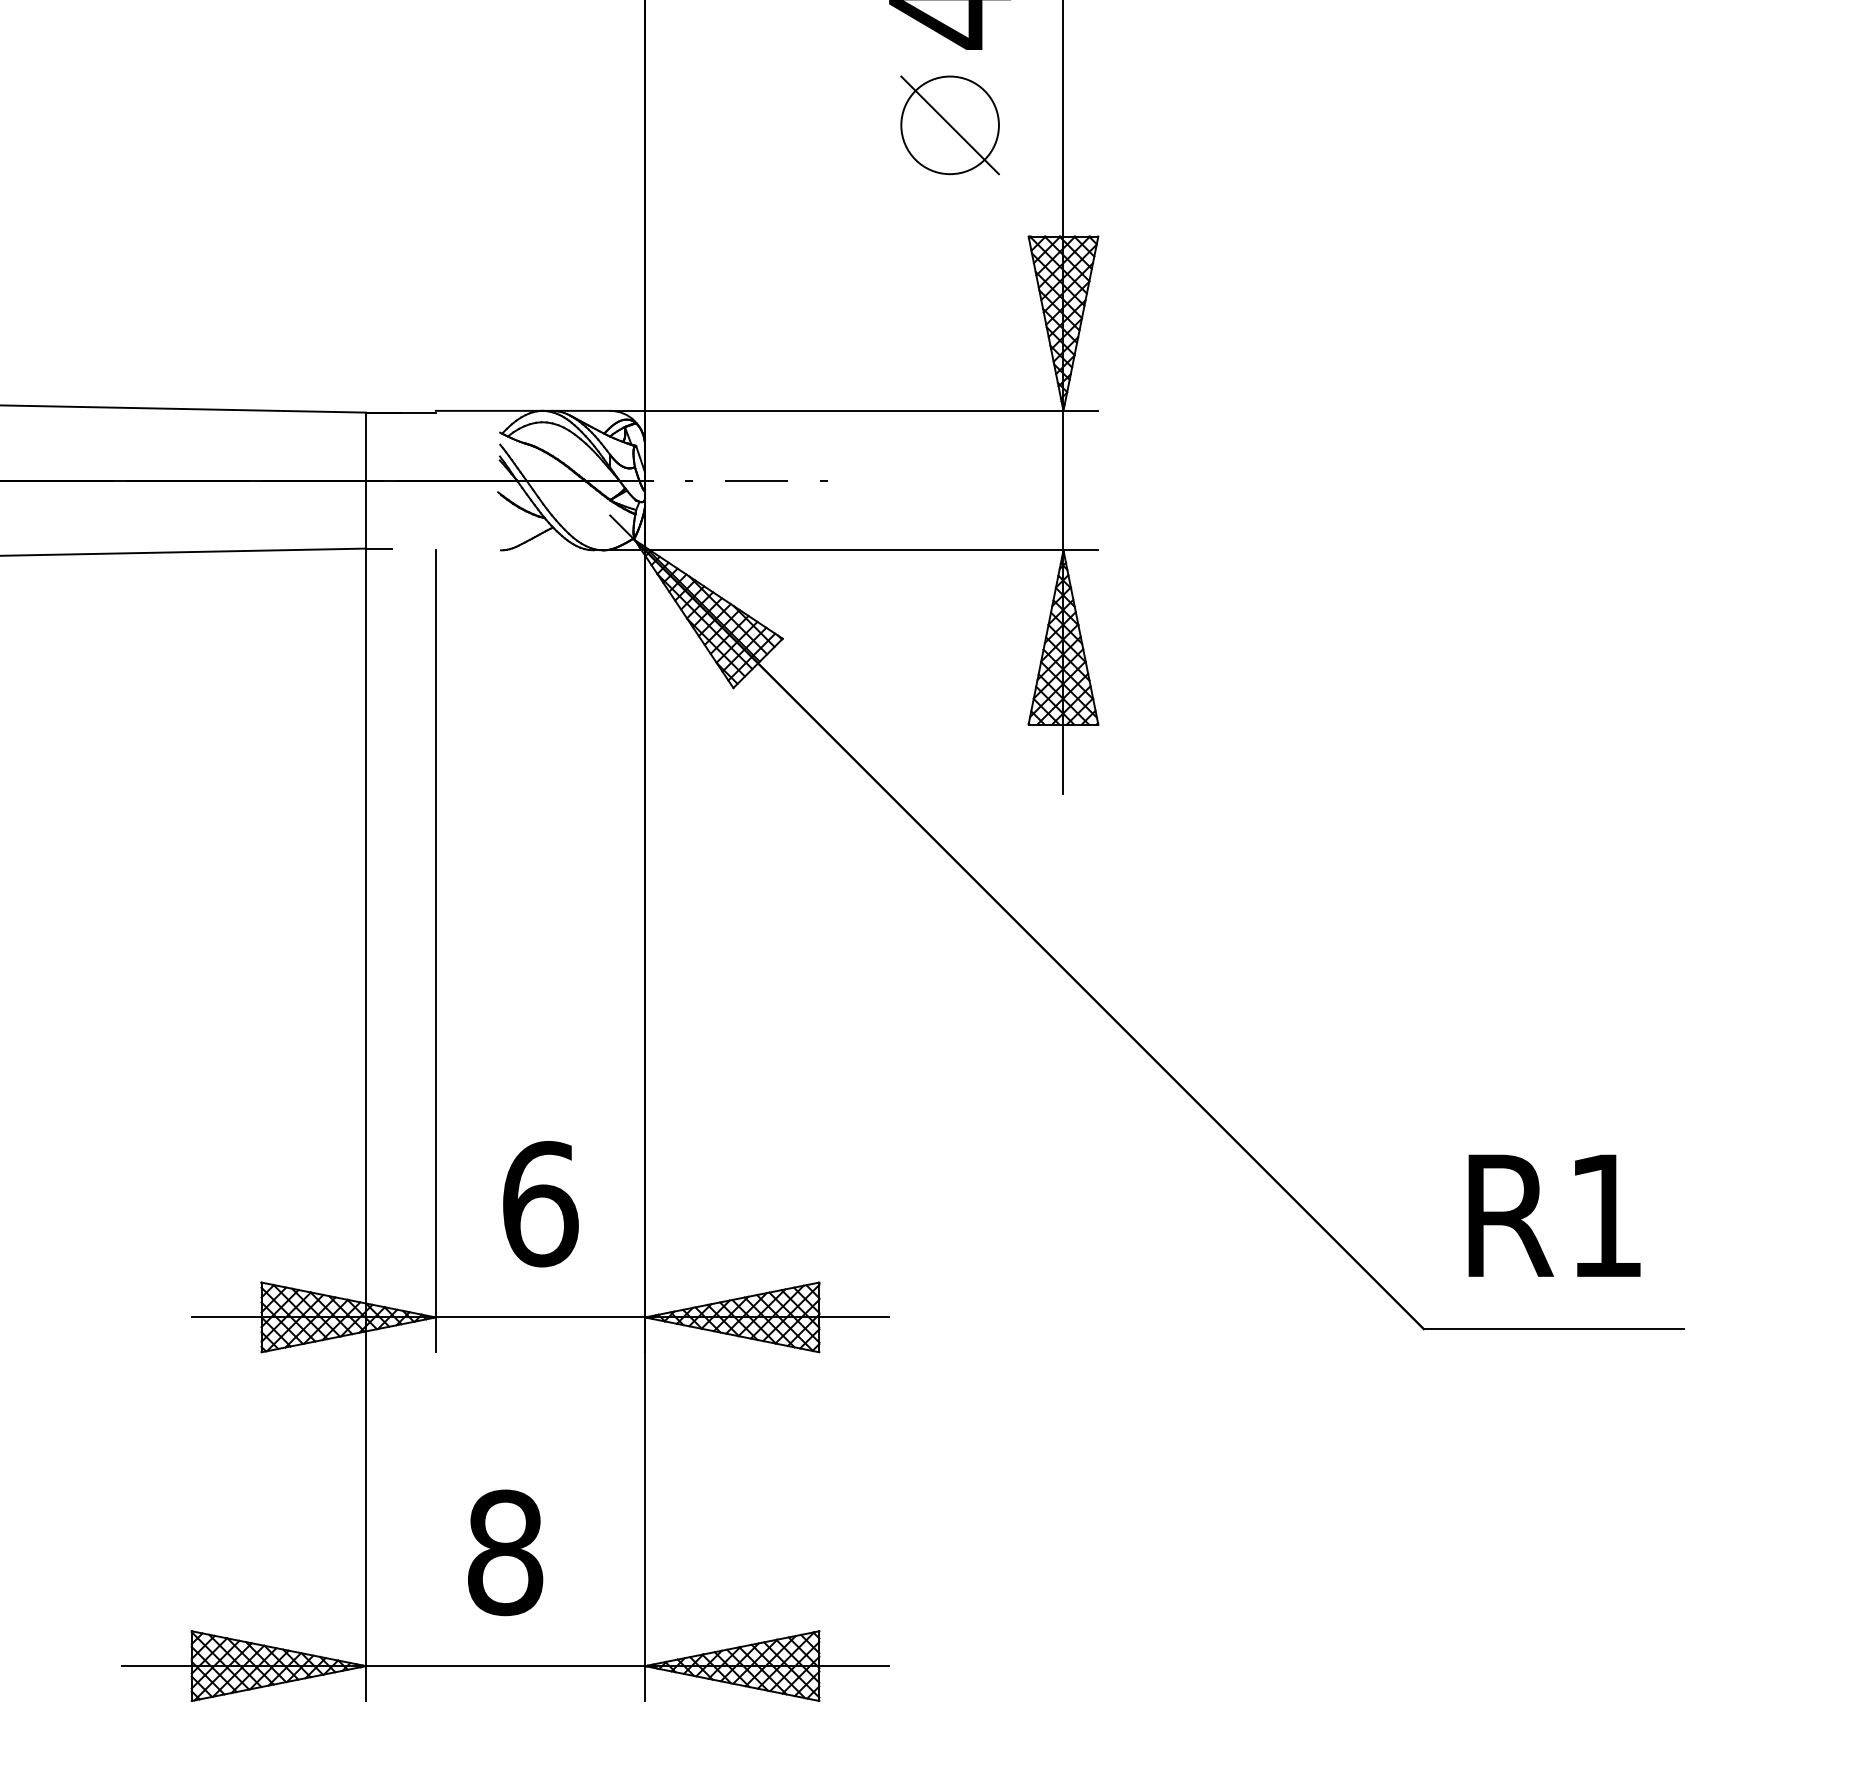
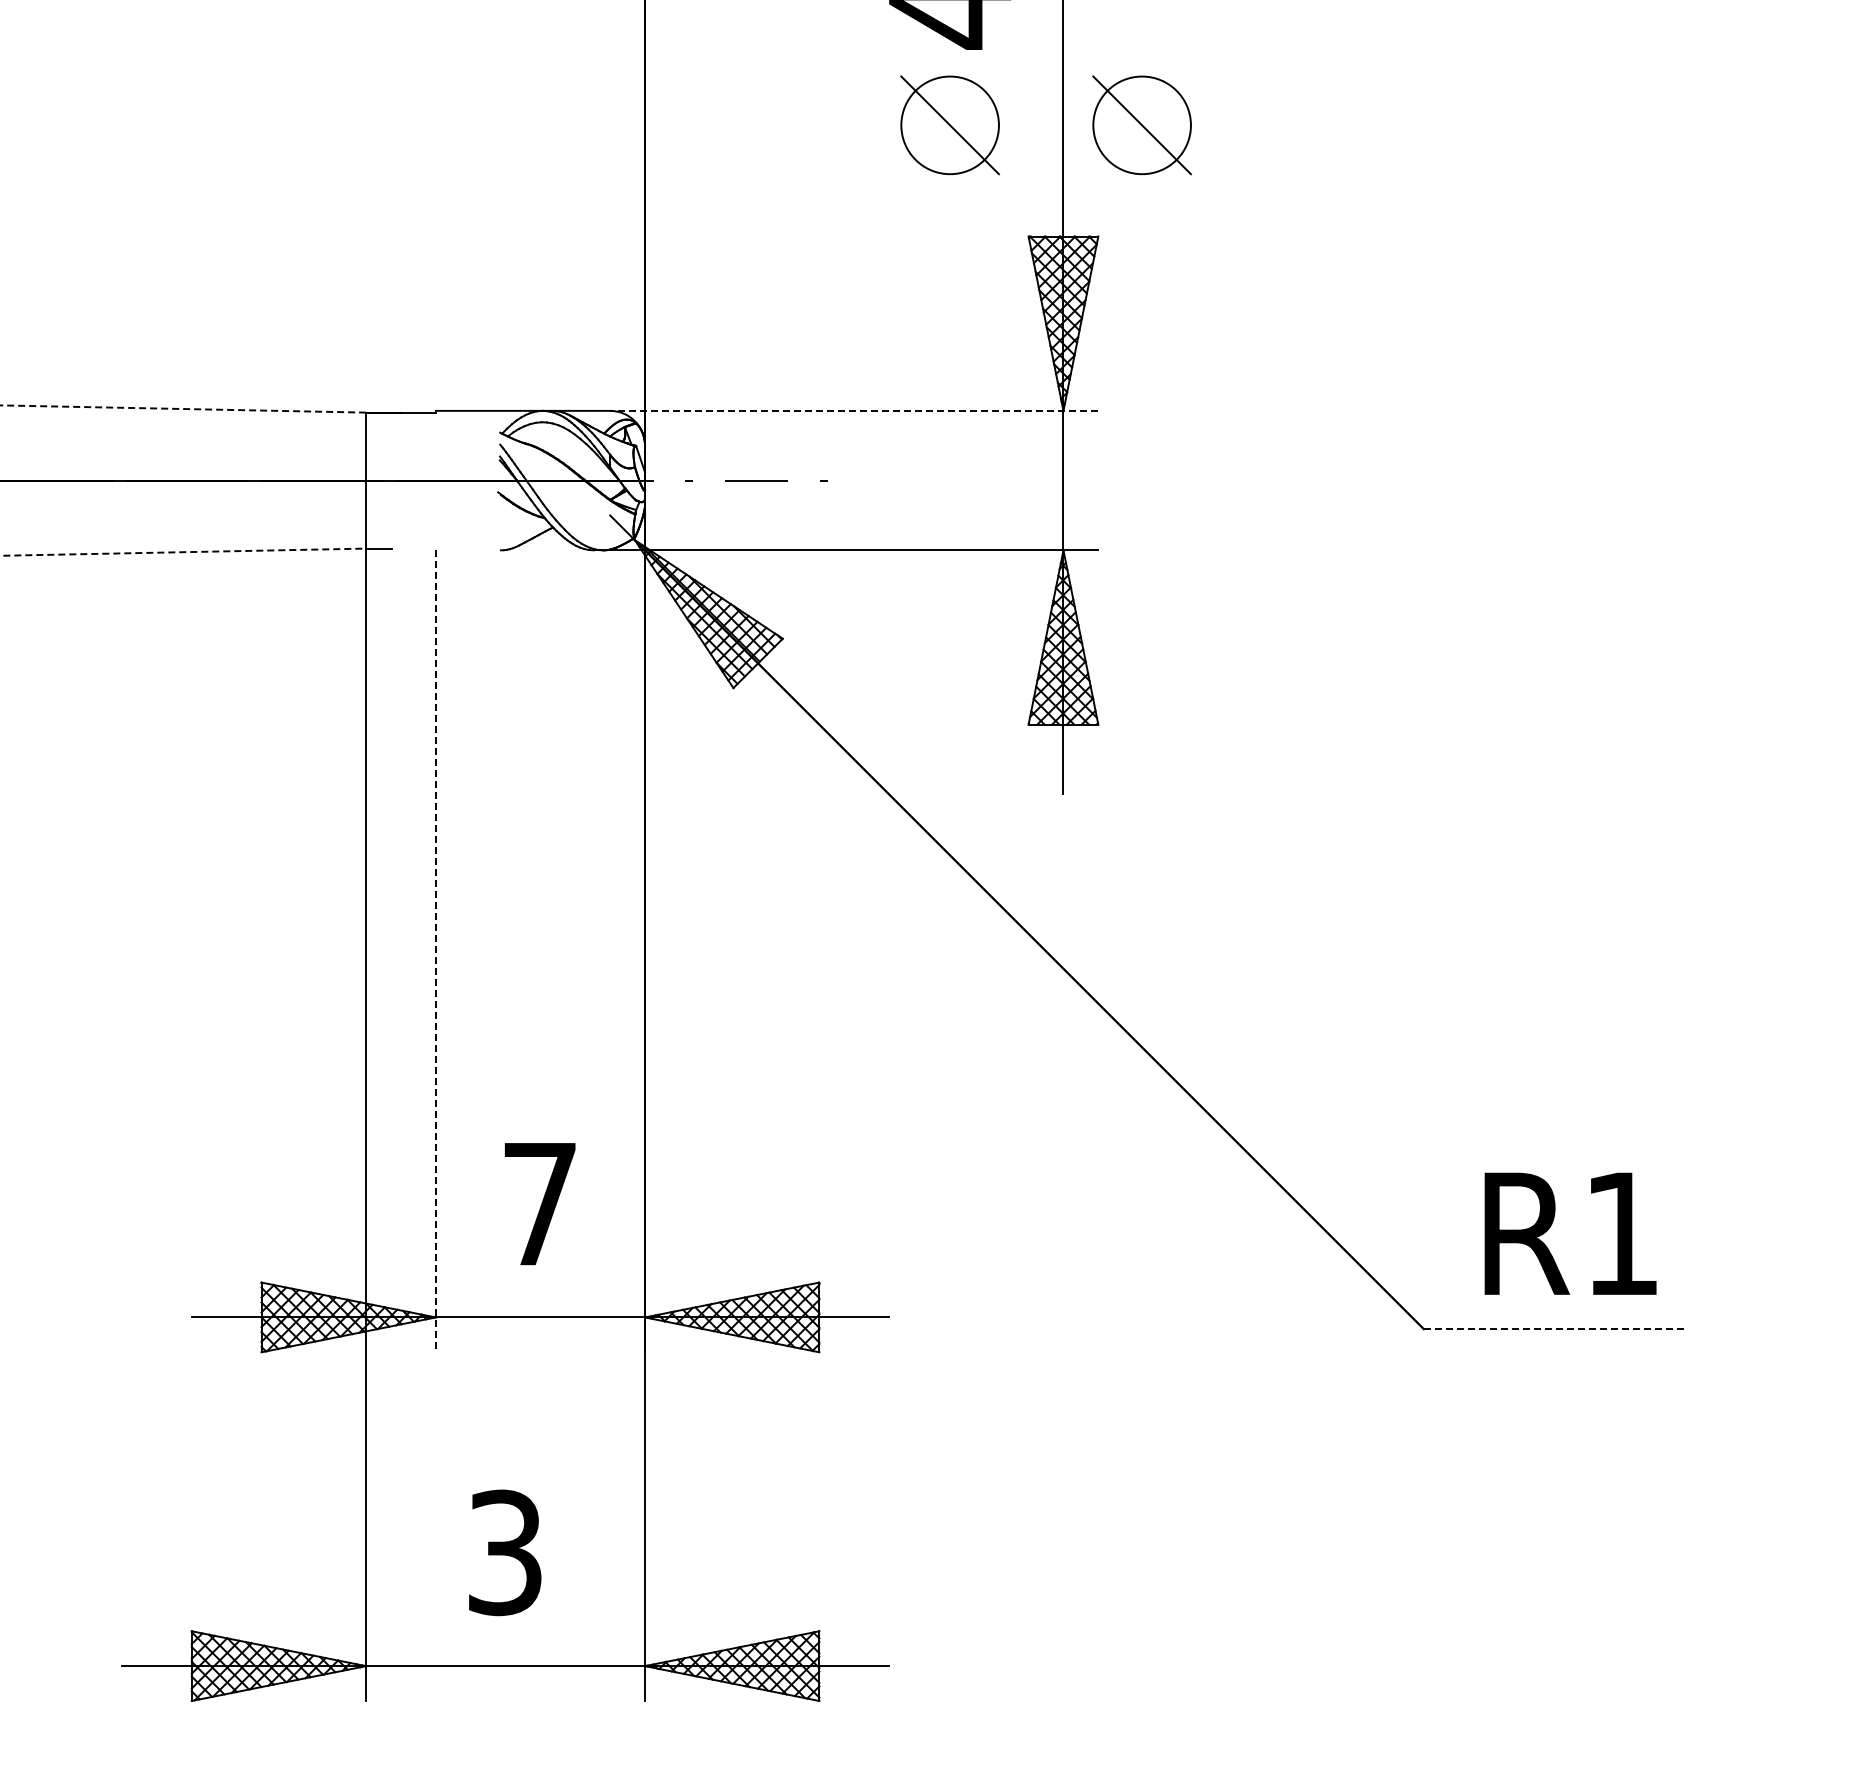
part at (1141, 125): none -> present
line at (183, 409): solid -> dashed
line at (853, 410): solid -> dashed
line at (183, 552): solid -> dashed
line at (435, 951): solid -> dashed
text at (540, 1204): 6 -> 7
text at (1554, 1215) position: (1554, 1215) -> (1570, 1233)
line at (1554, 1329): solid -> dashed
text at (505, 1552): 8 -> 3
